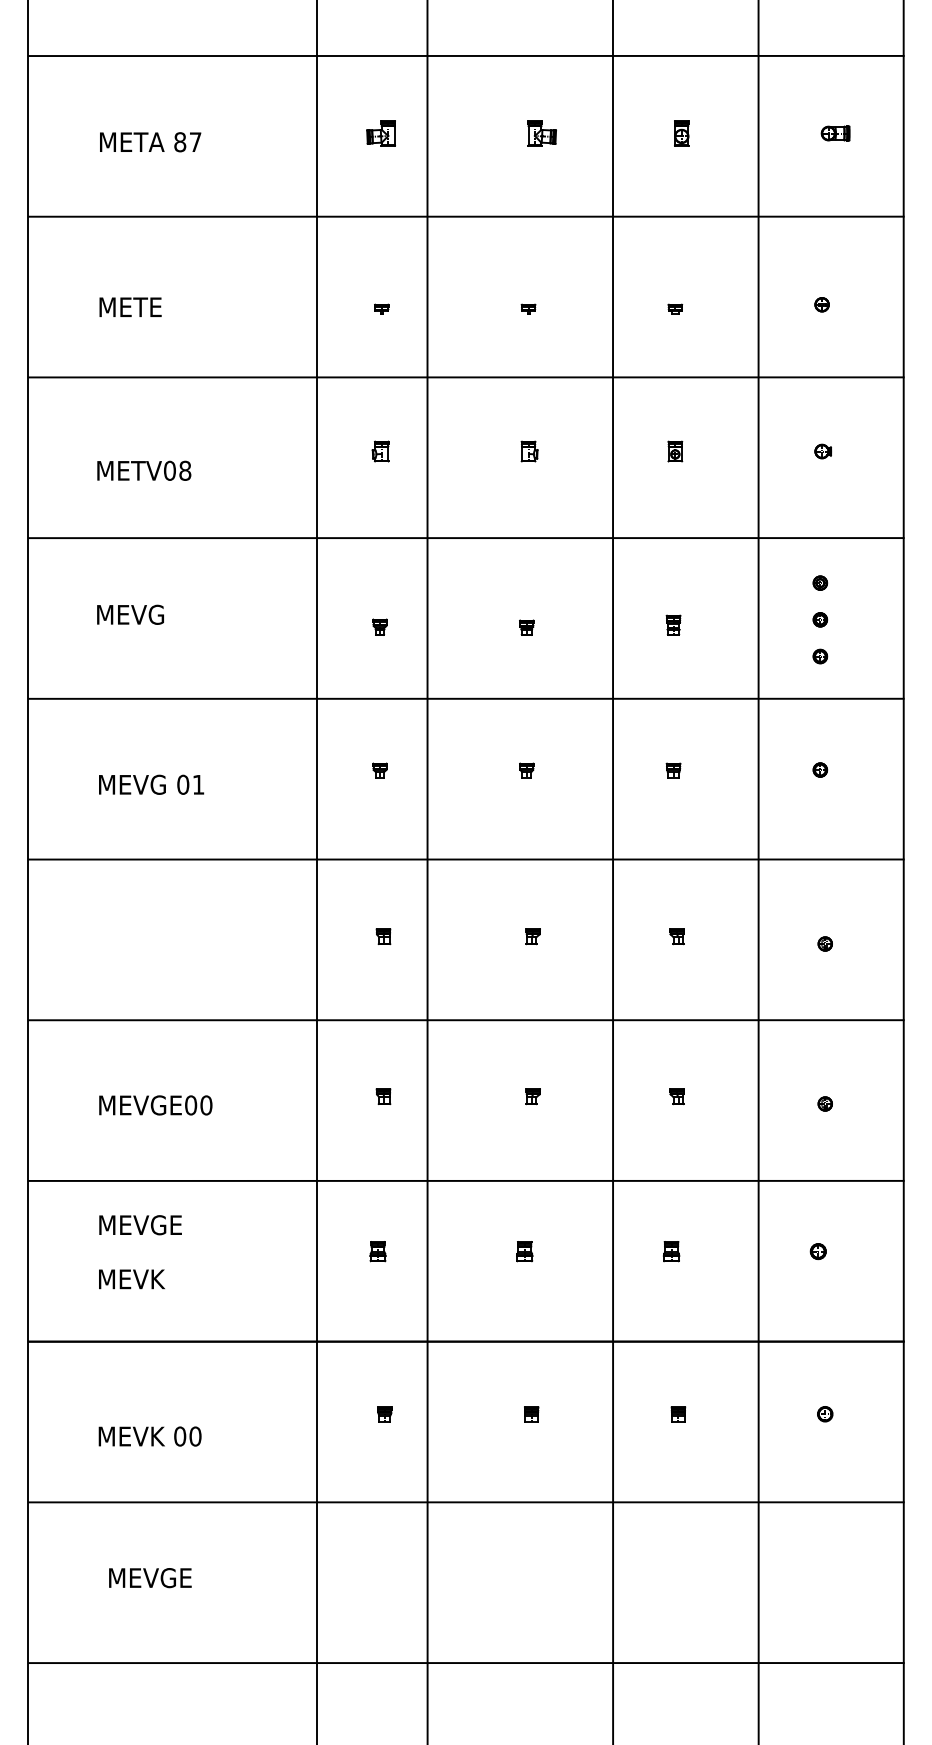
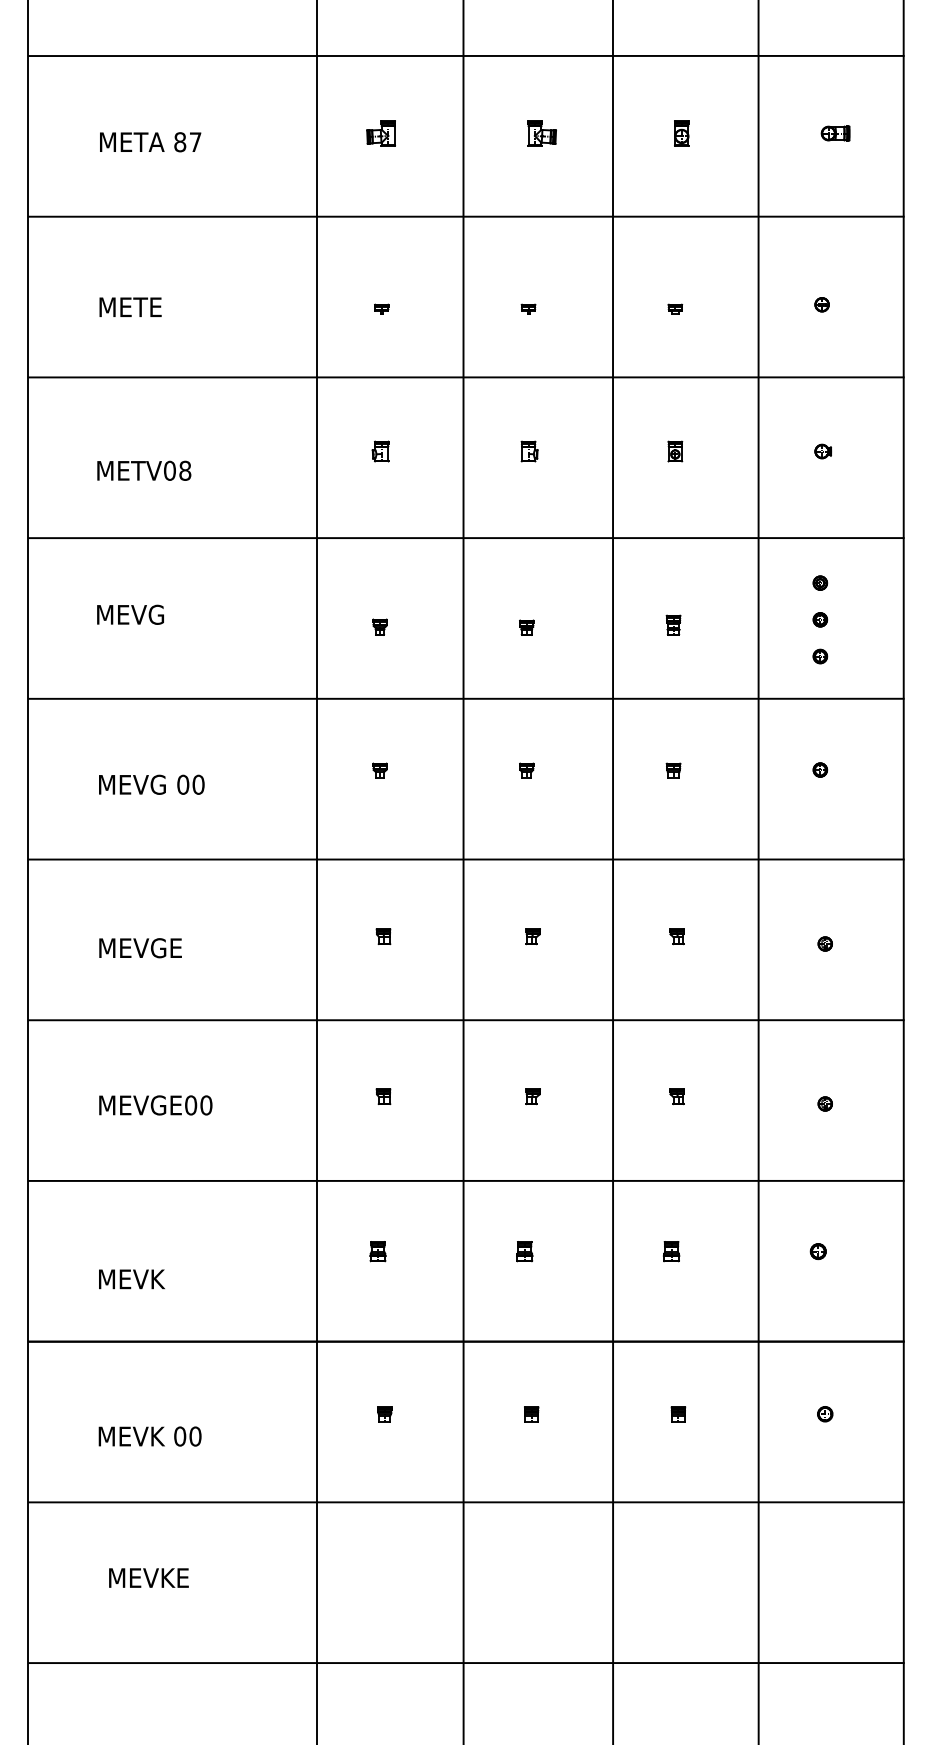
text at (198, 784): 01 -> 00
line at (427, 871) position: (427, 871) -> (463, 871)
text at (140, 1225) position: (140, 1225) -> (140, 948)
text at (175, 1578): MEVGE -> MEVKE
